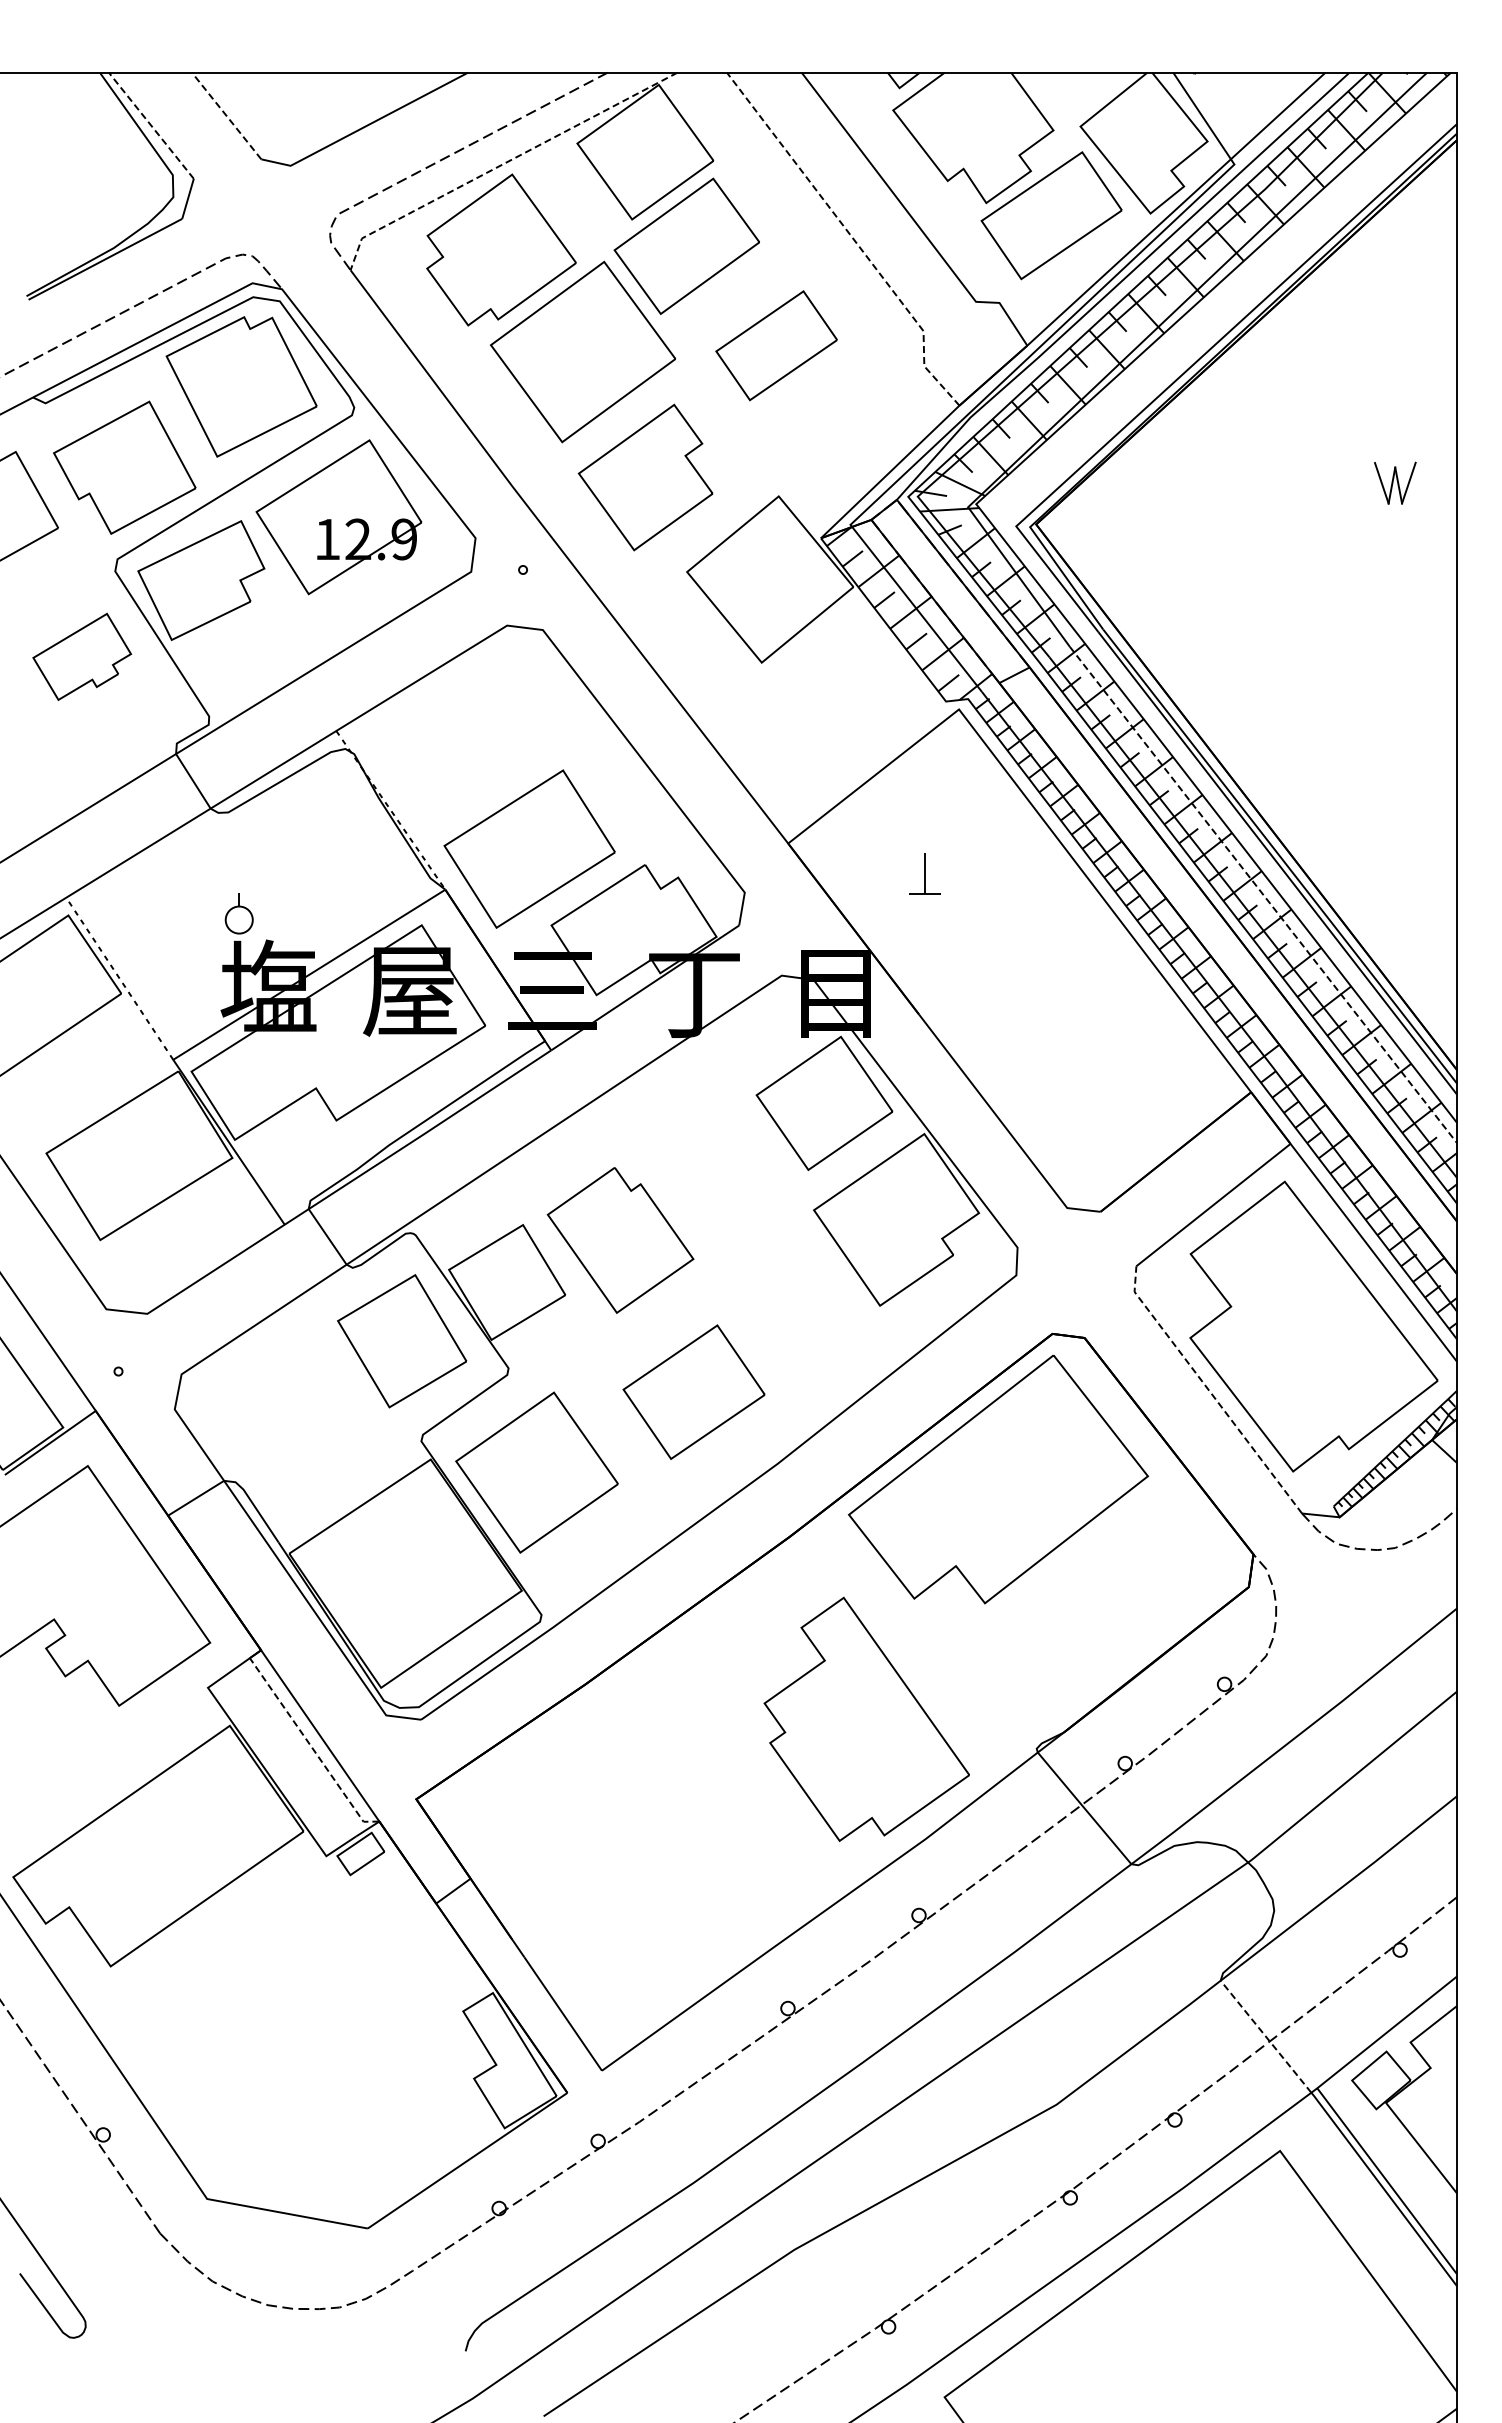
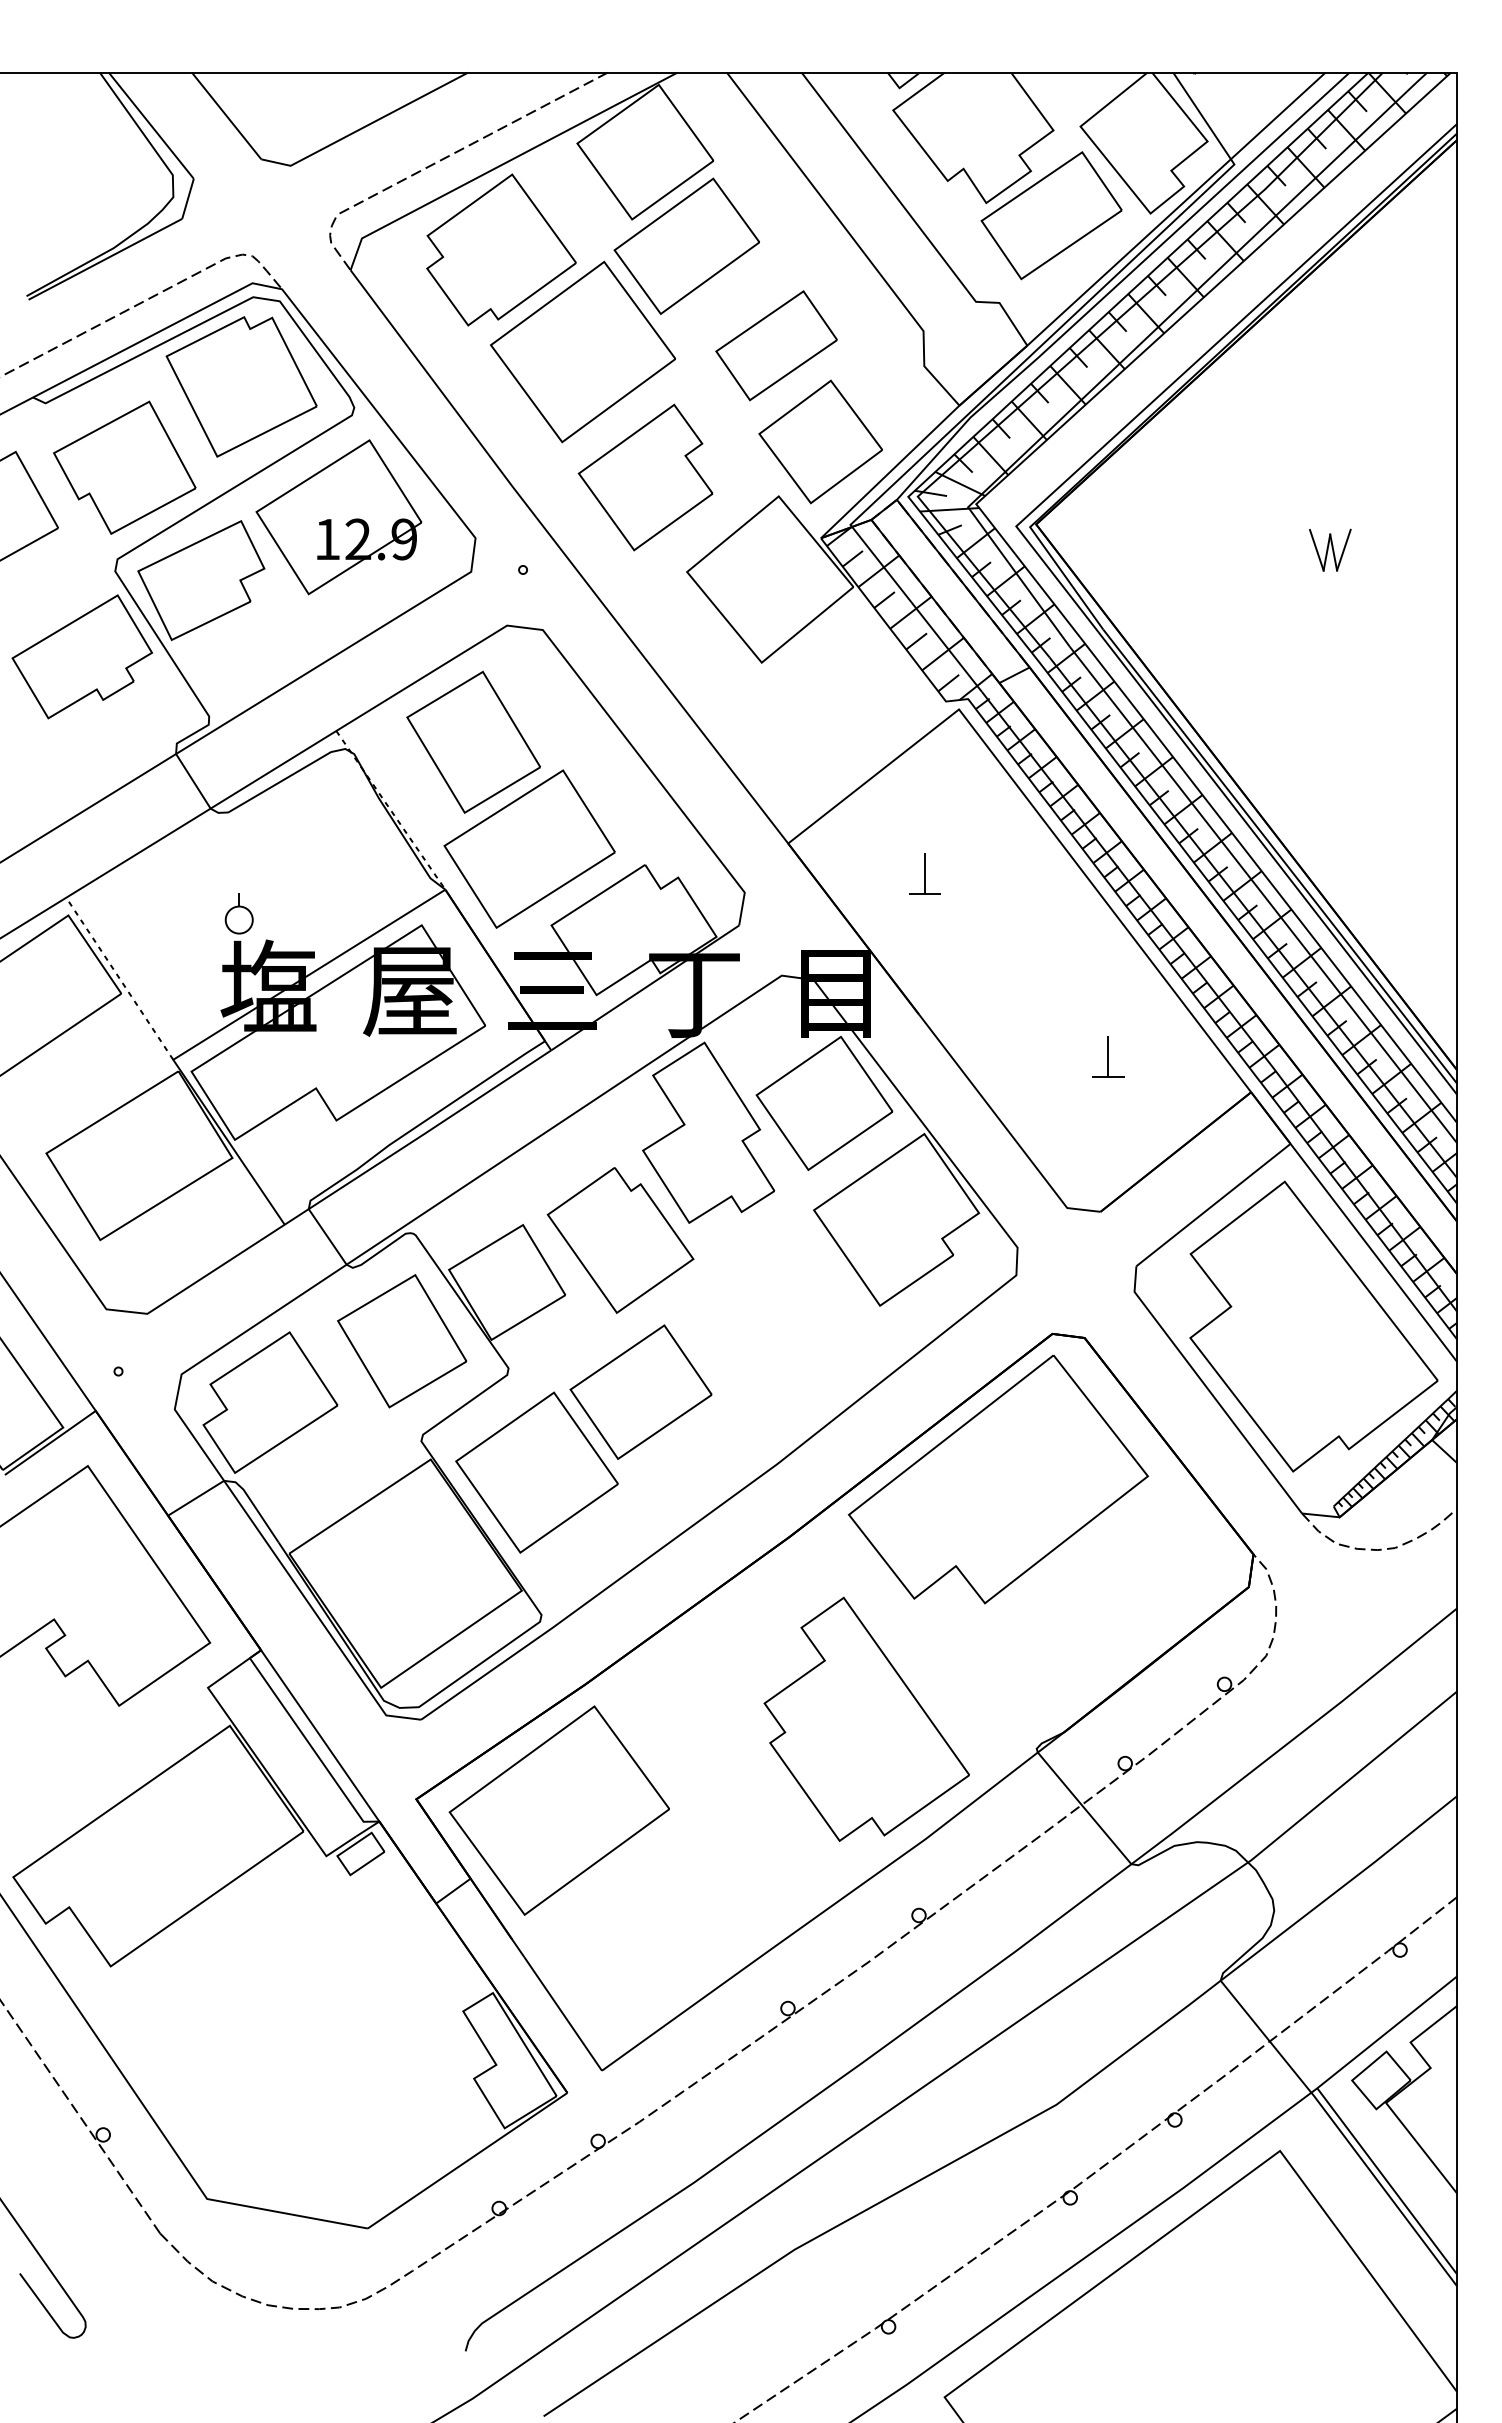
line at (226, 116): dashed -> solid
line at (151, 125): dashed -> solid
line at (504, 163): dashed -> solid
line at (852, 238): dashed -> solid
part at (820, 441): none -> present
part at (1395, 482) position: (1395, 482) -> (1330, 549)
part at (82, 656) size: 101x89 px -> 142x126 px
part at (473, 741): none -> present
line at (1263, 894): dashed -> solid
part at (1108, 1056): none -> present
part at (708, 1132): none -> present
part at (693, 1391) position: (693, 1391) -> (640, 1391)
line at (1209, 1391): dashed -> solid
part at (270, 1402): none -> present
line at (311, 1746): dashed -> solid
part at (558, 1810): none -> present
line at (1266, 2036): dashed -> solid
